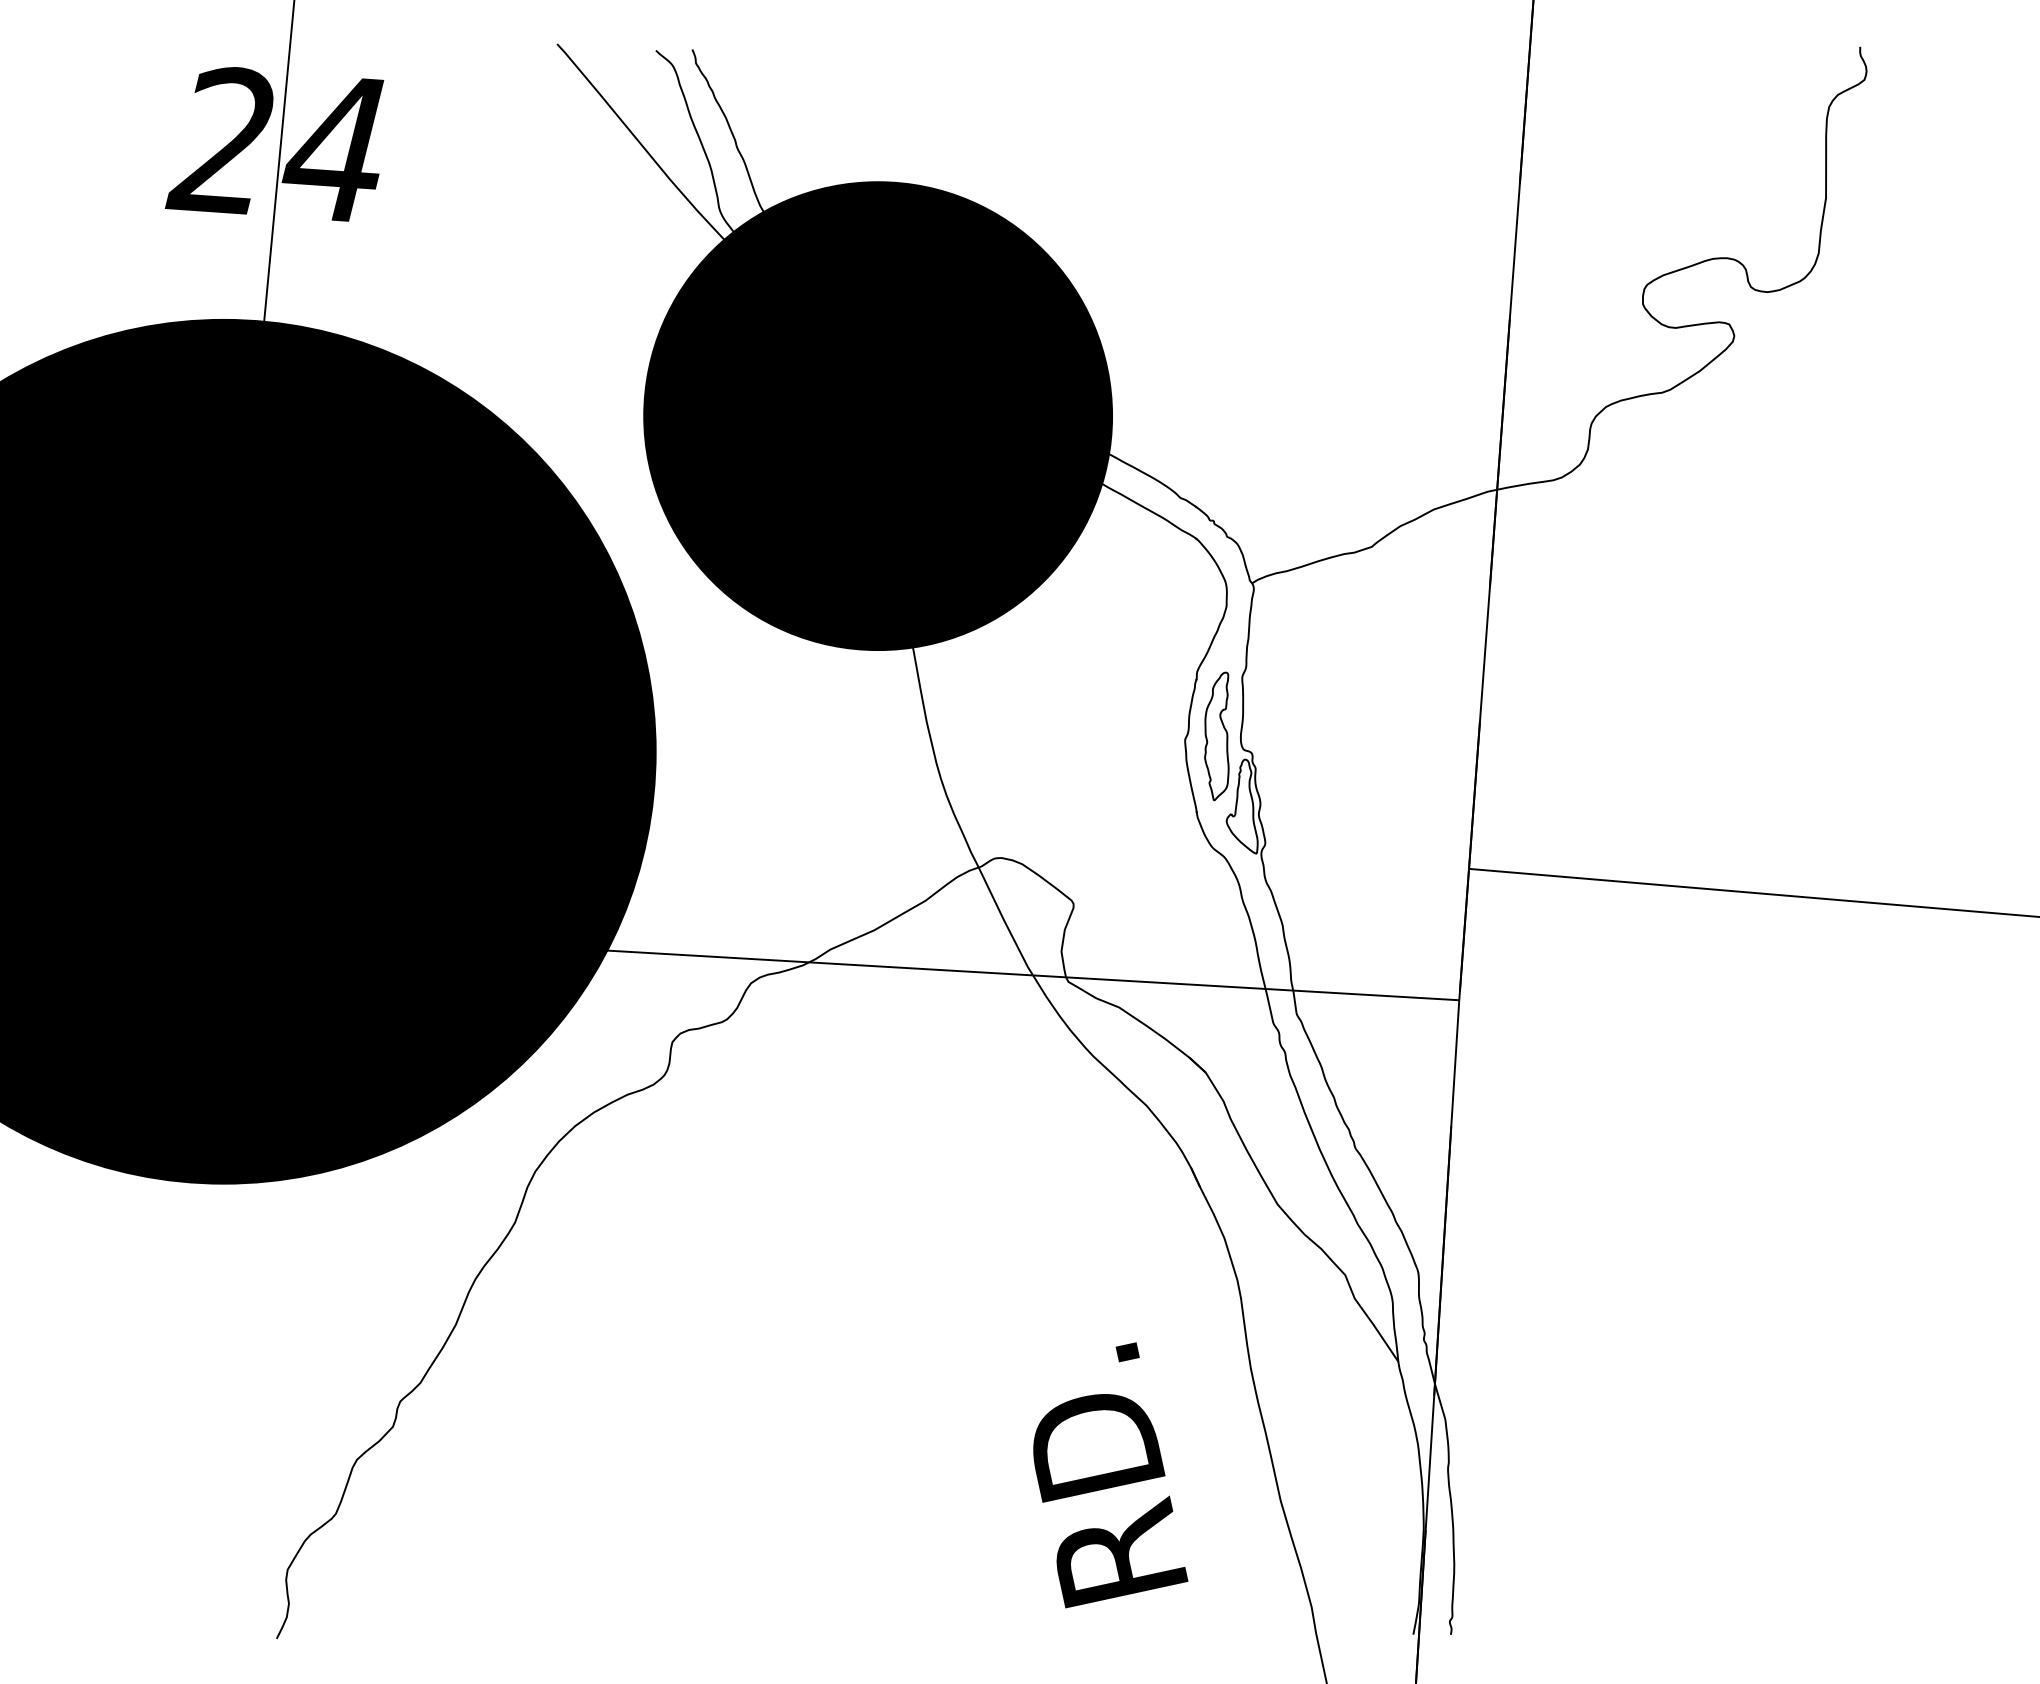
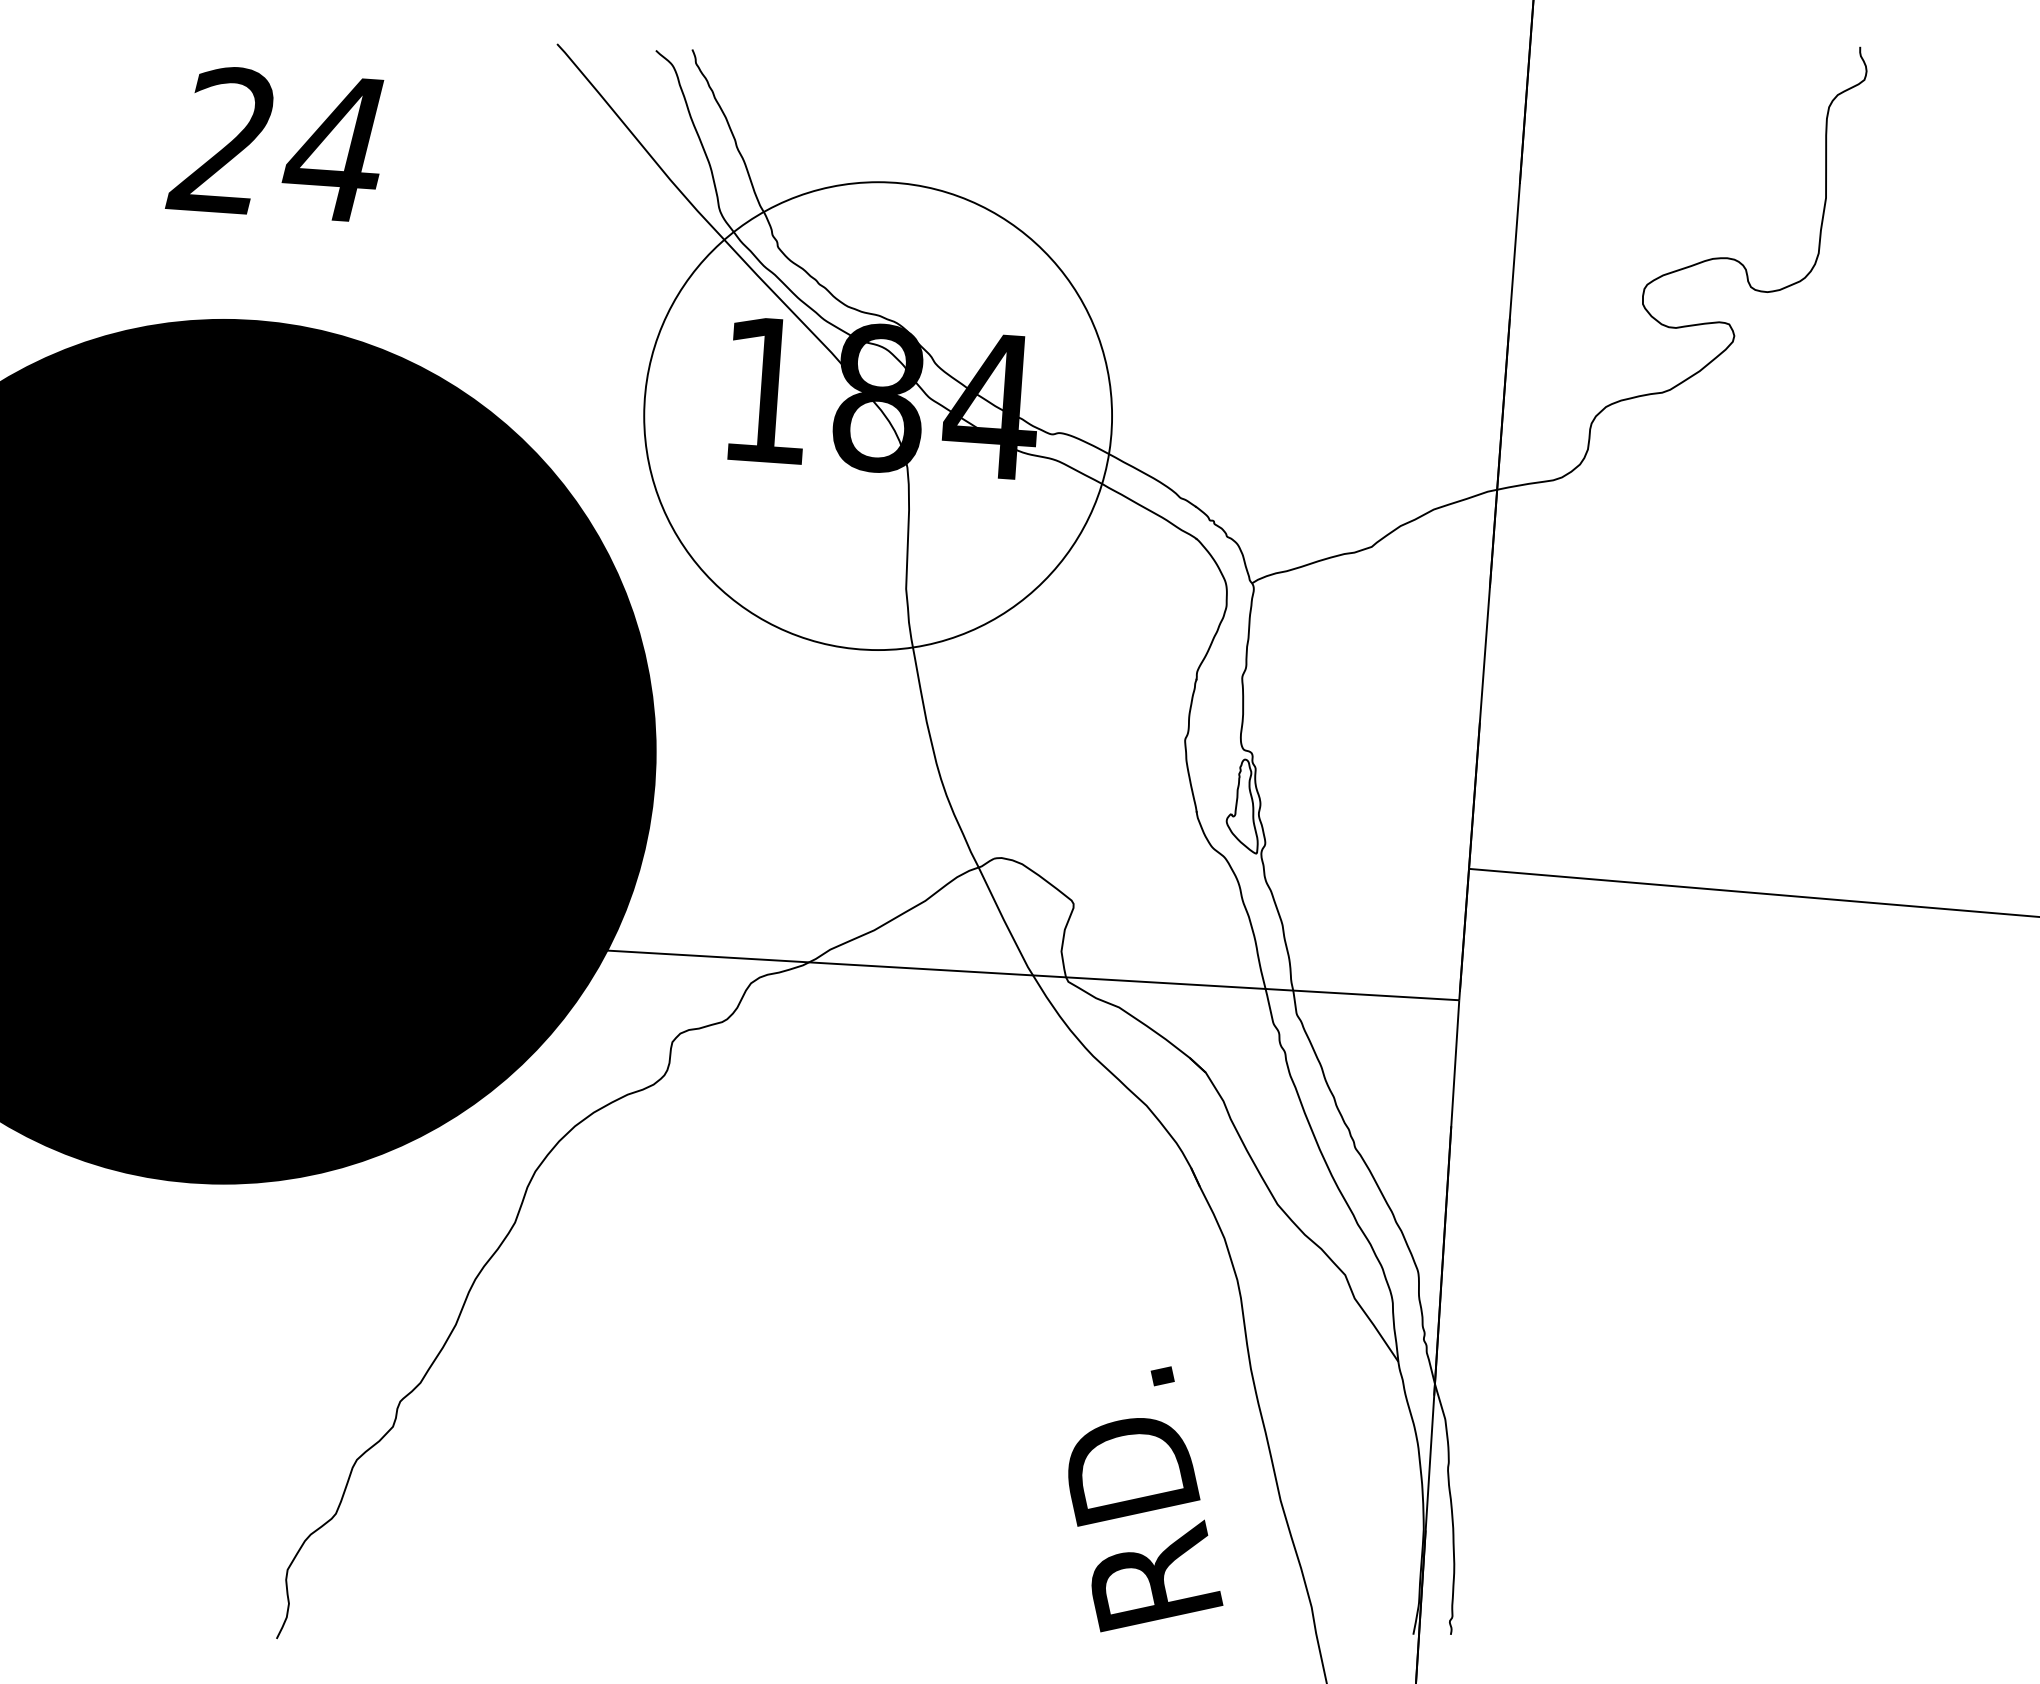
line at (279, 161): present -> none
fill at (878, 416): present -> none
part at (1216, 736): present -> none
text at (1110, 1475) position: (1110, 1475) -> (1145, 1499)
